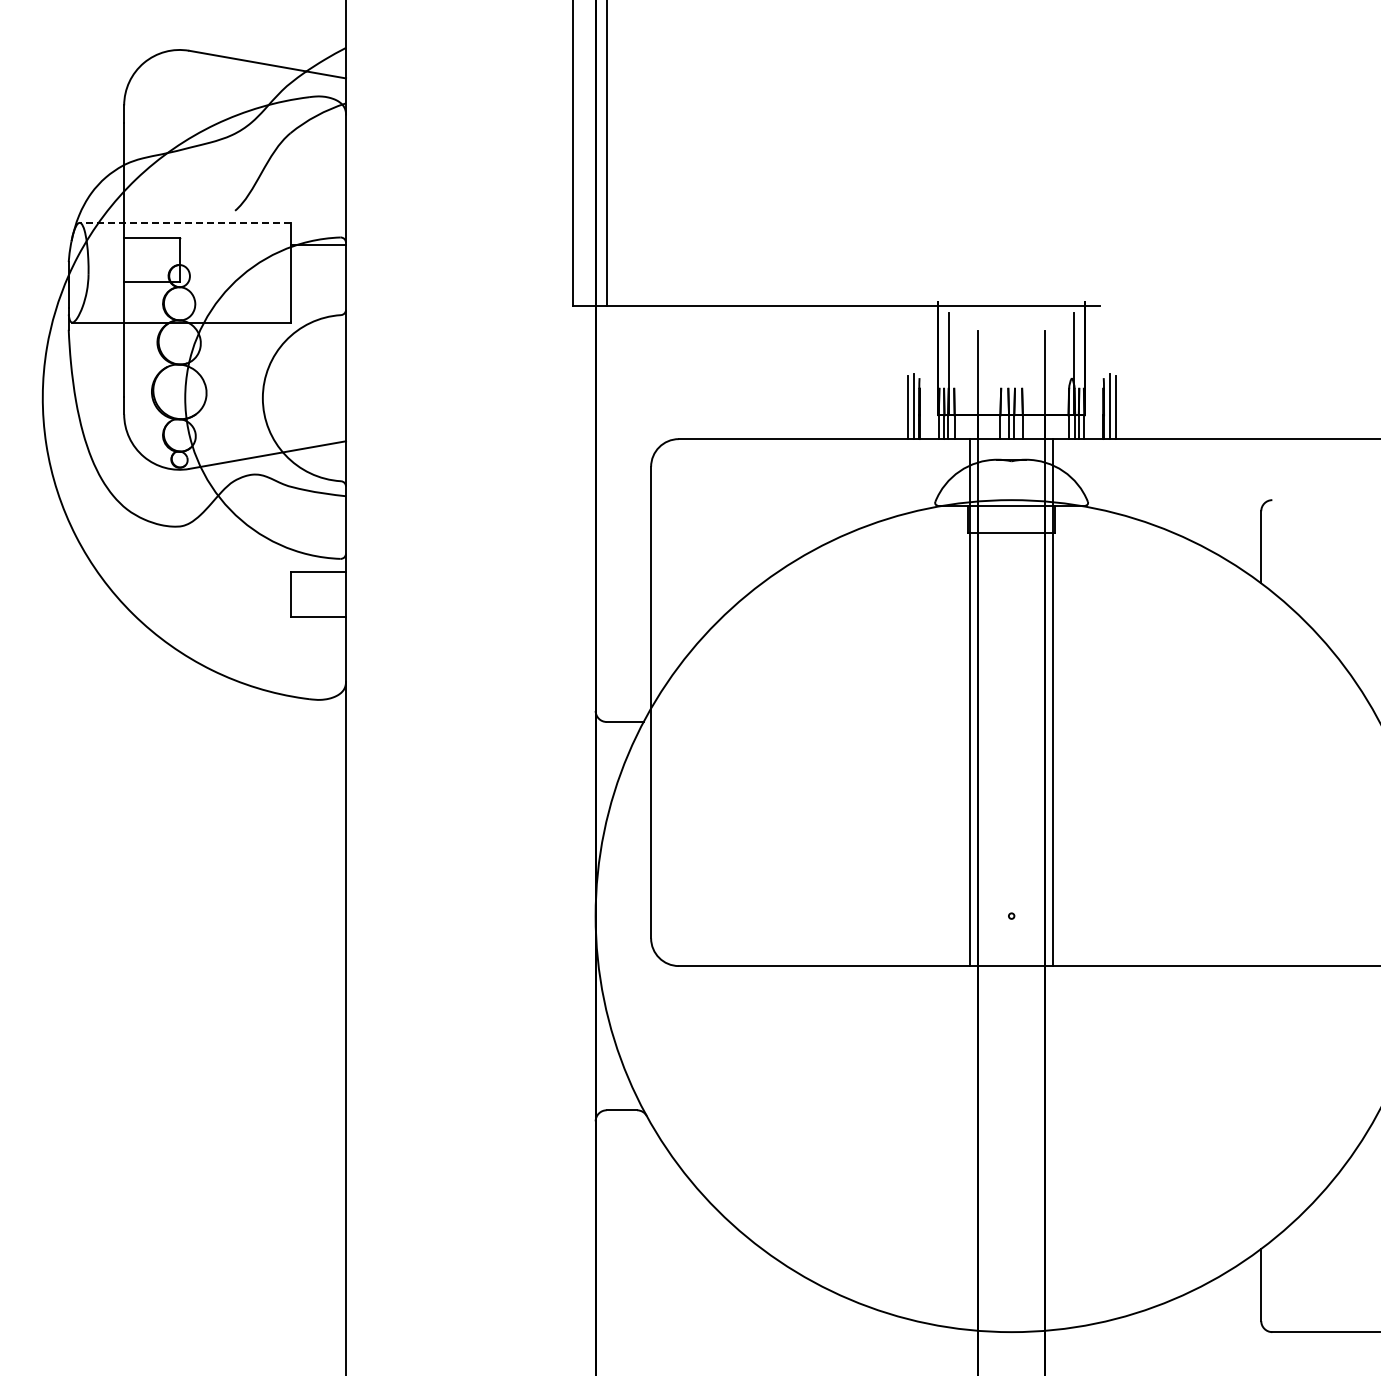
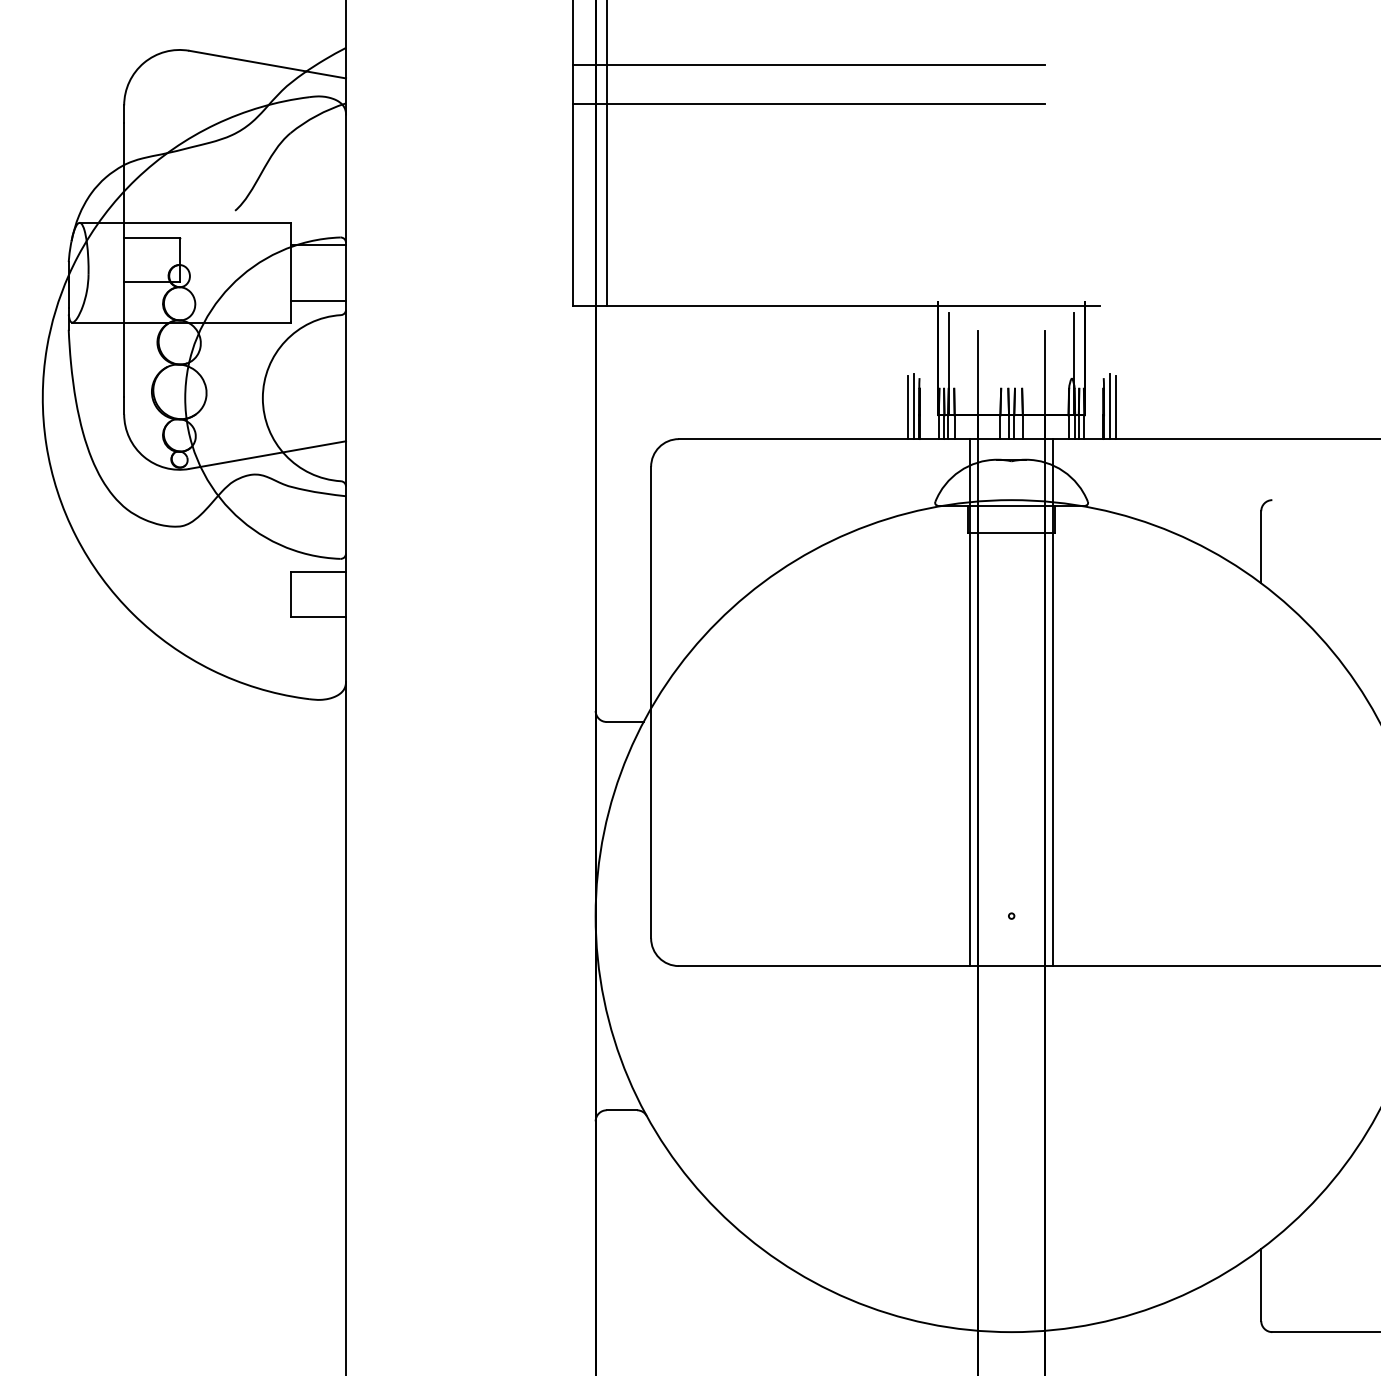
line at (808, 64): none -> present
line at (808, 103): none -> present
line at (184, 222): dashed -> solid
line at (318, 300): none -> present
